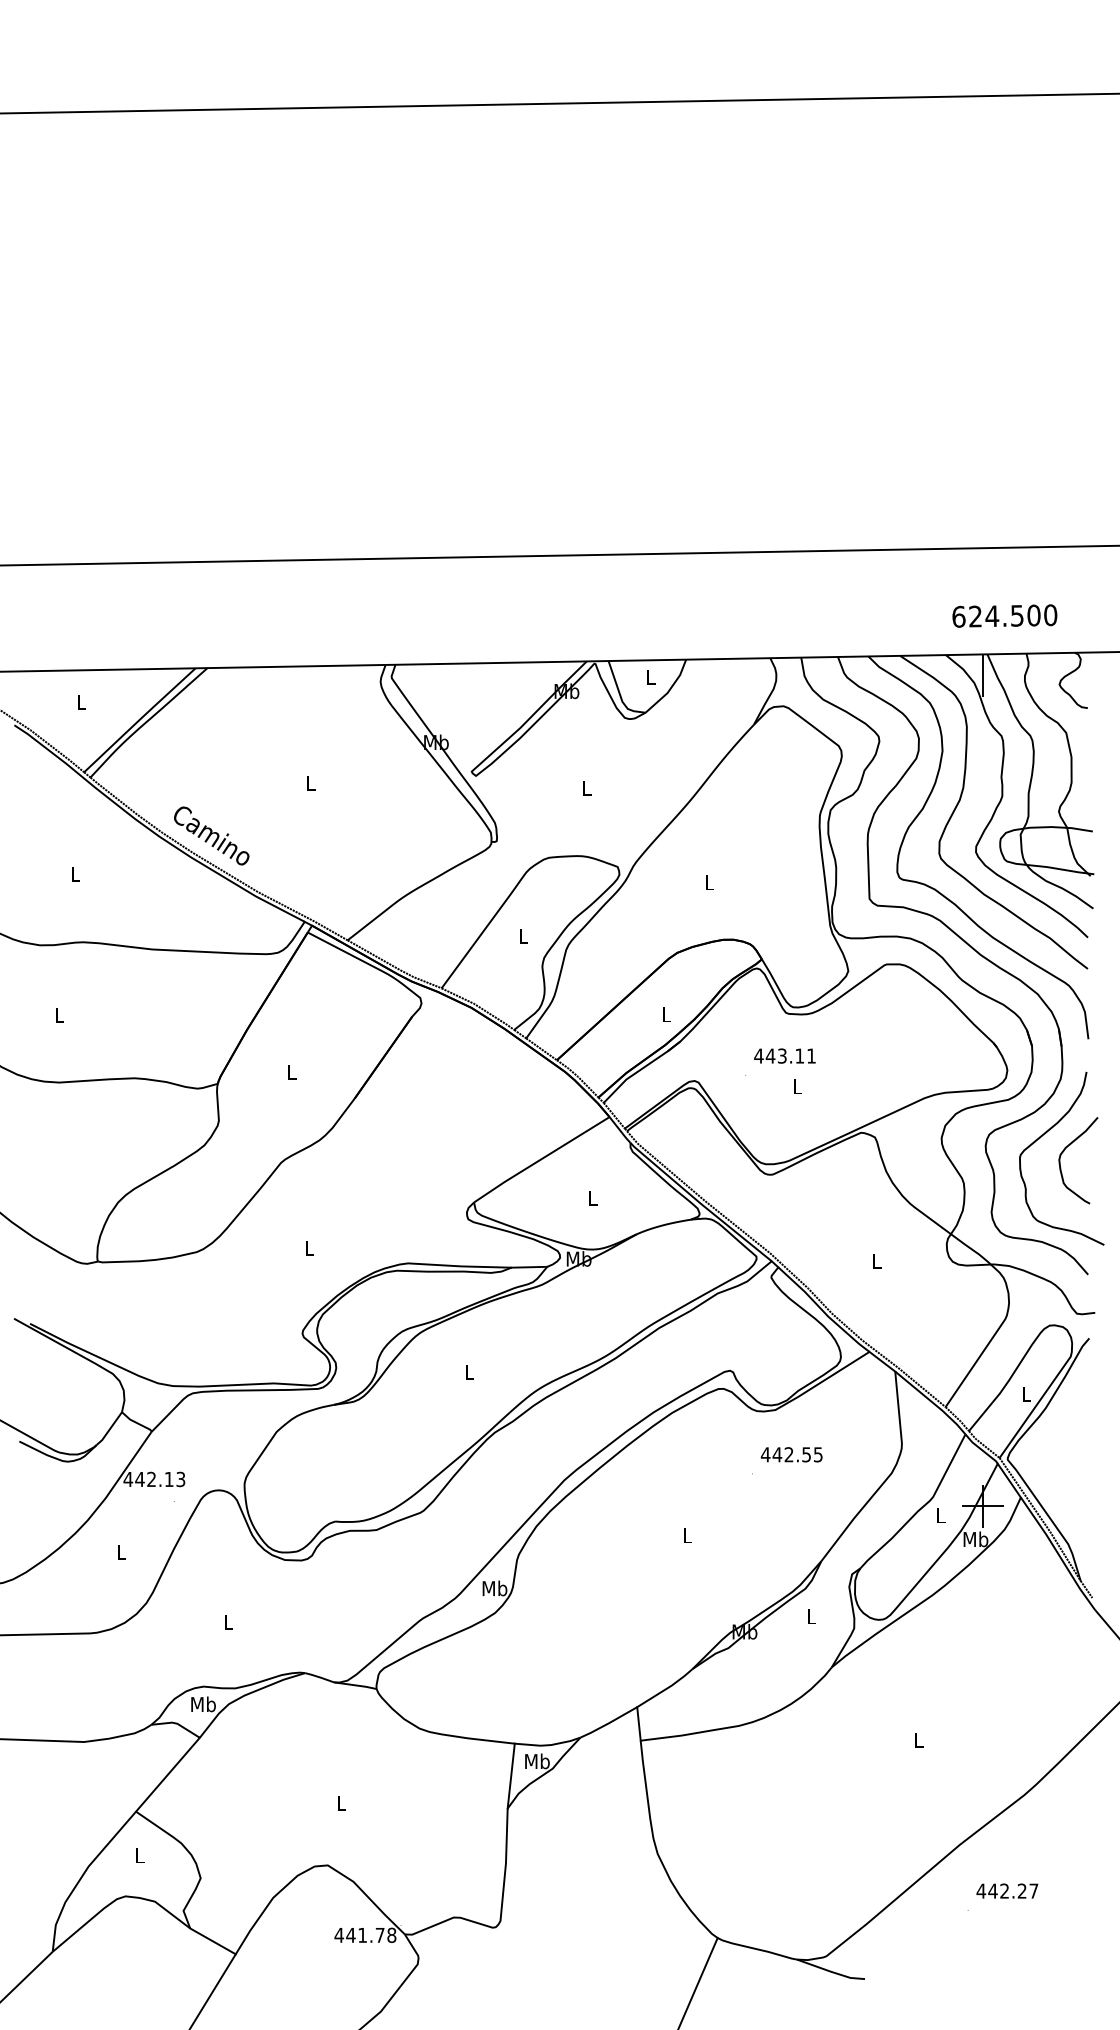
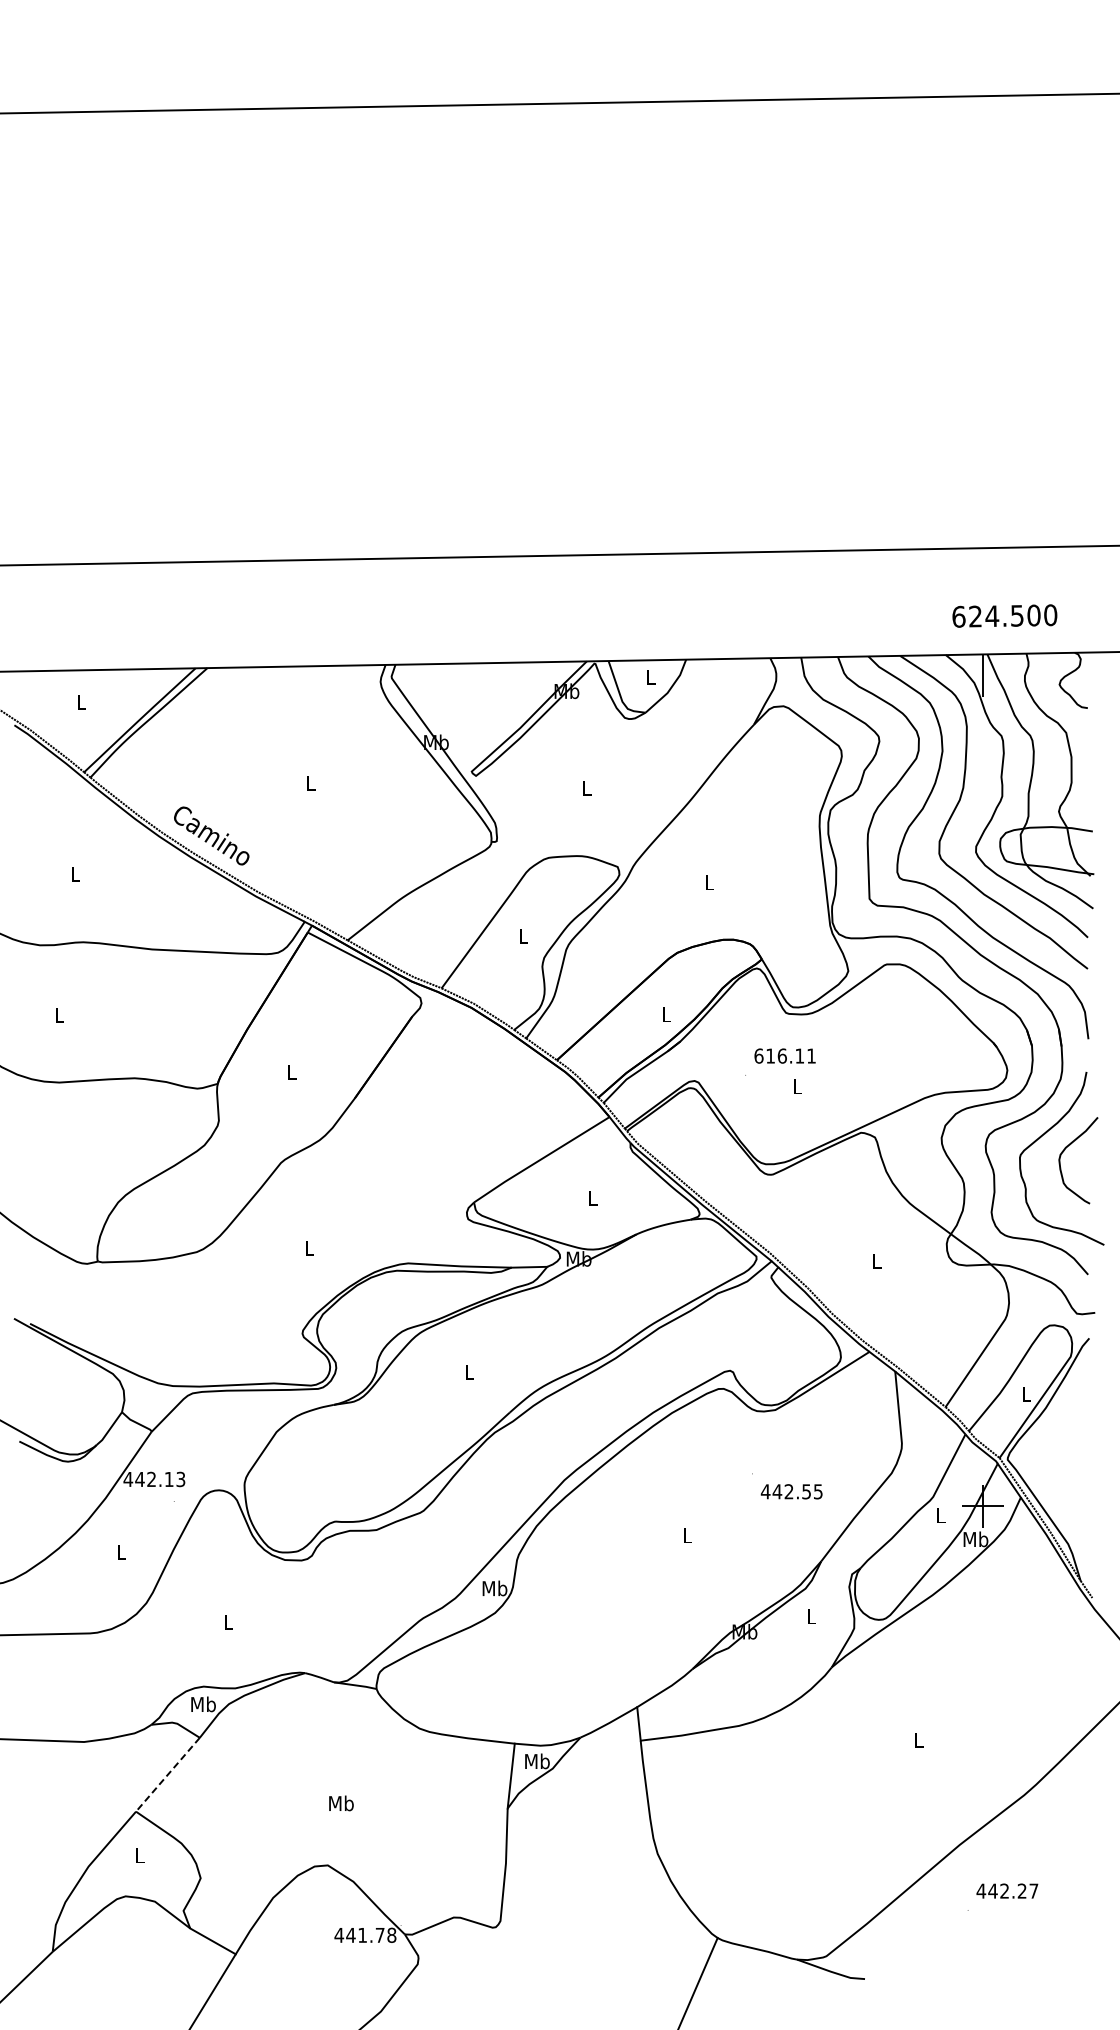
text at (770, 1055): 443.11 -> 616.11
text at (791, 1454) position: (791, 1454) -> (791, 1491)
line at (167, 1774): solid -> dashed
text at (341, 1803): L -> Mb
